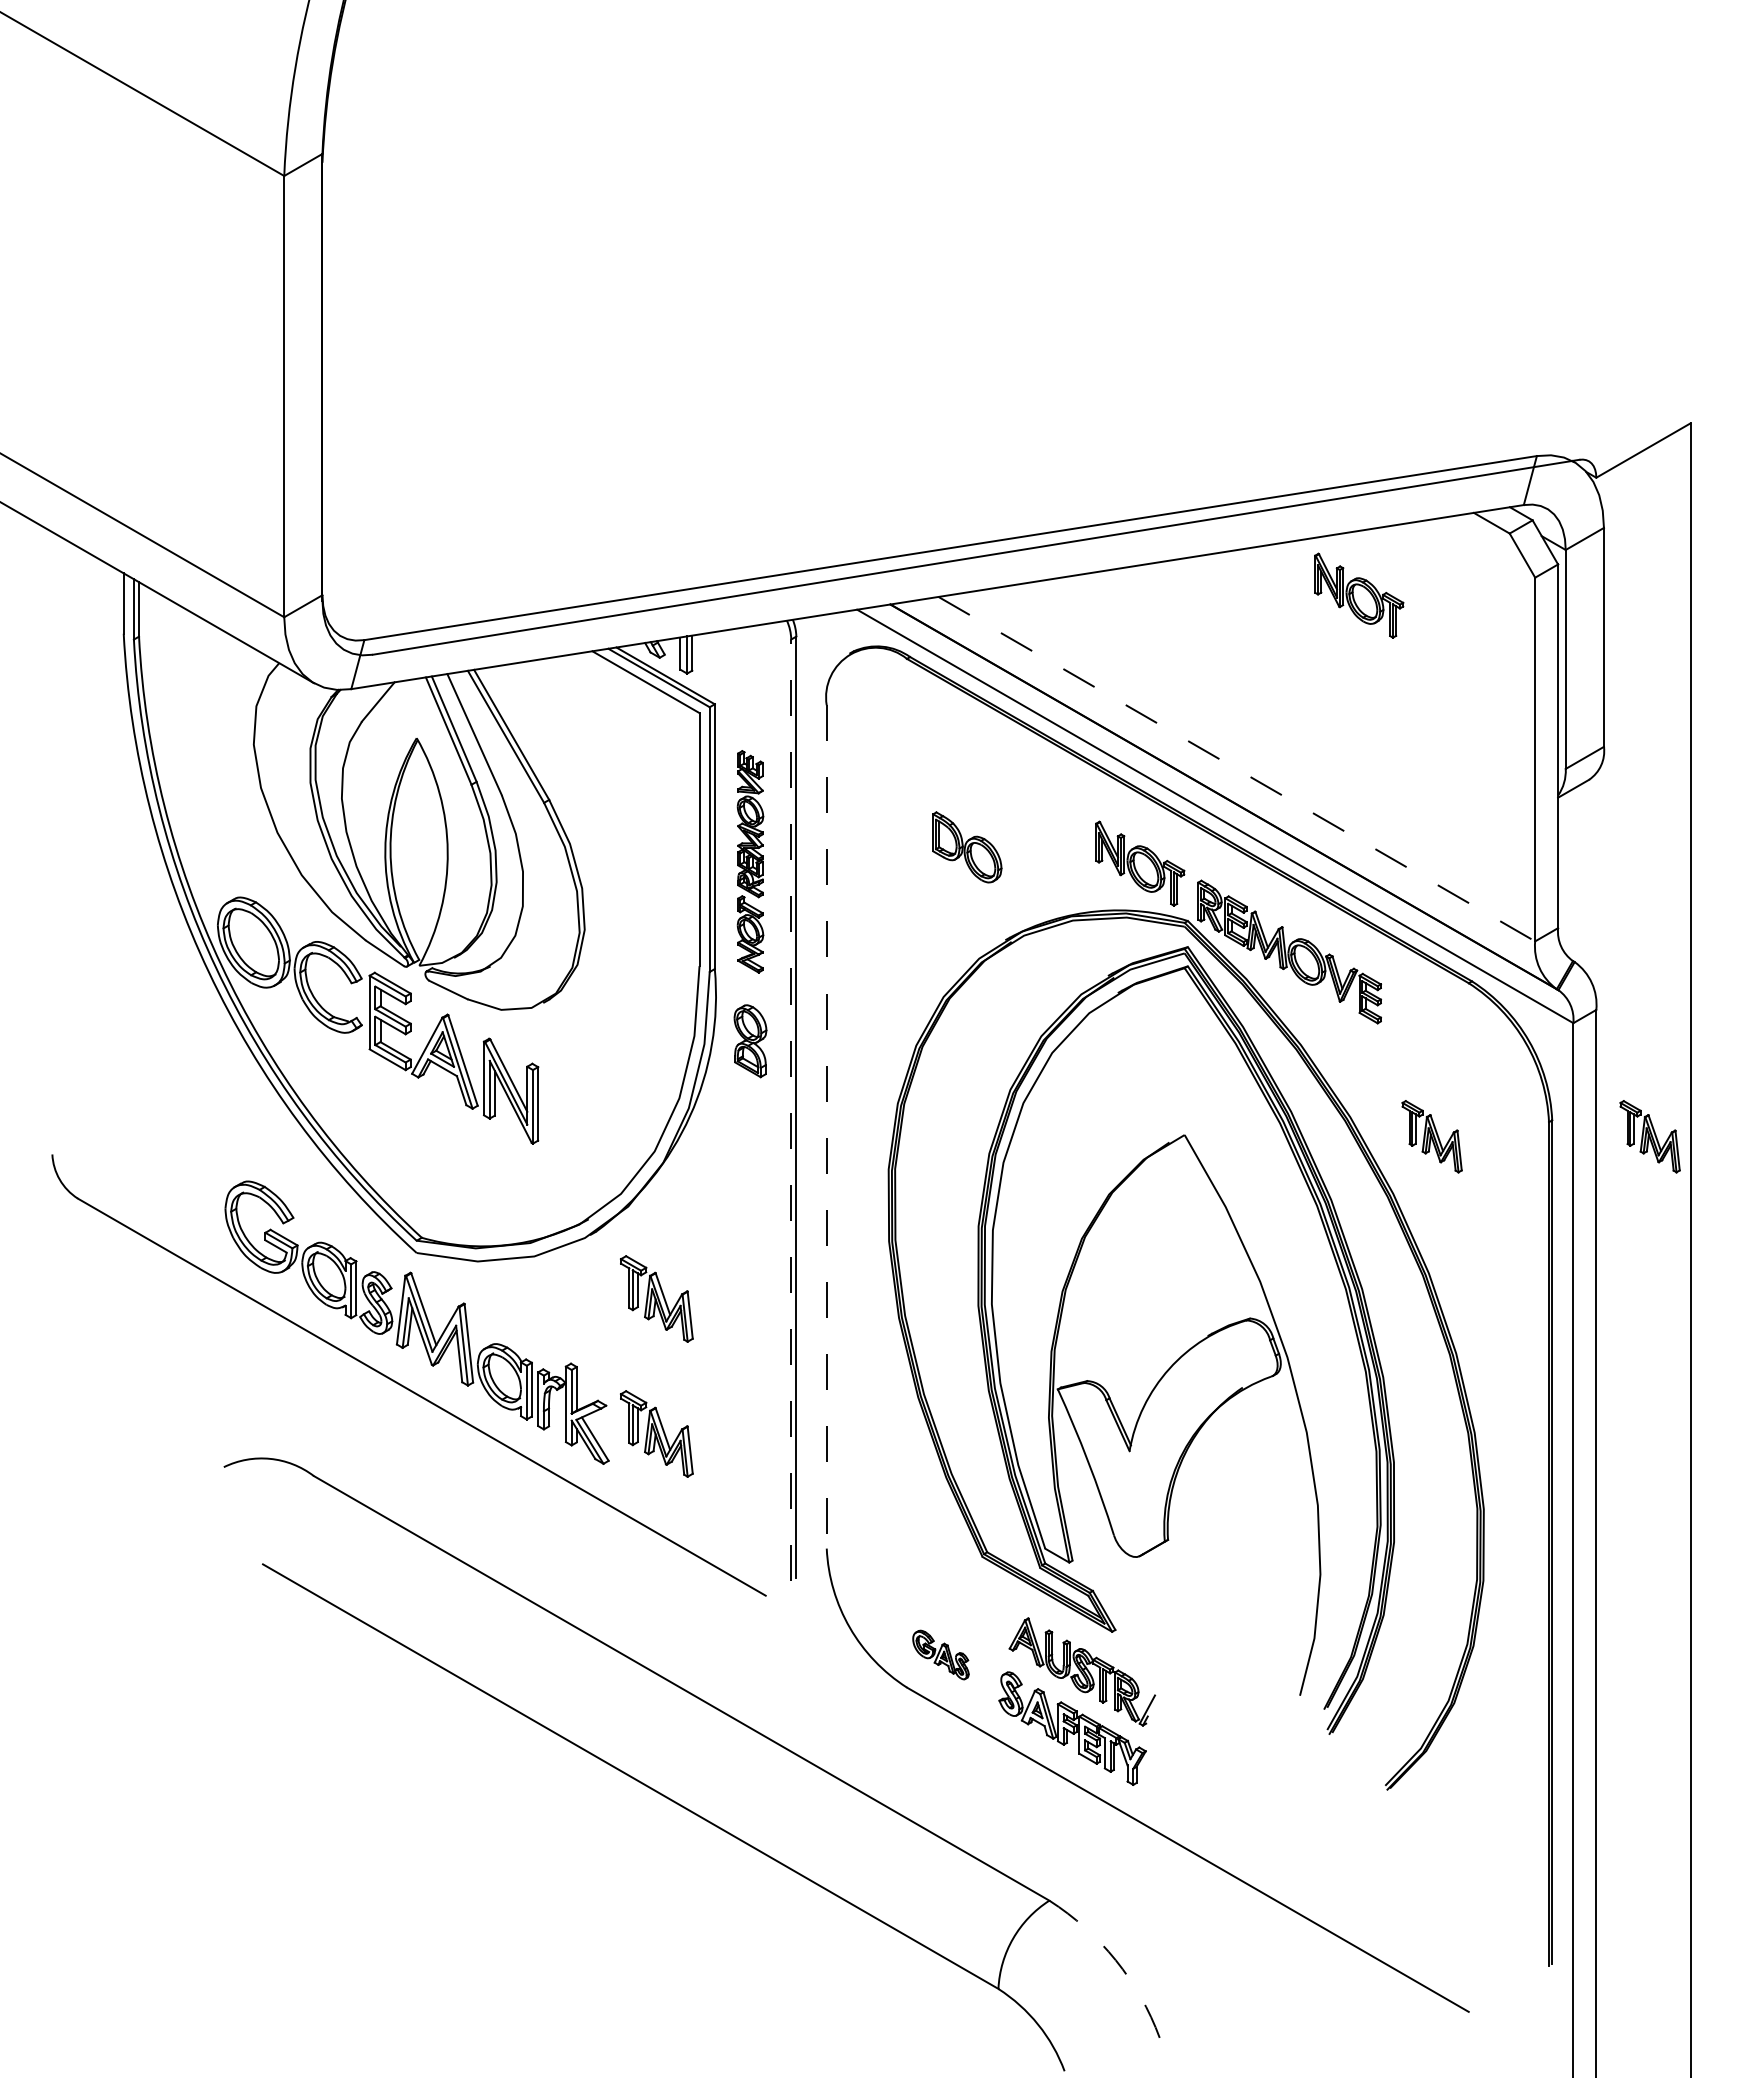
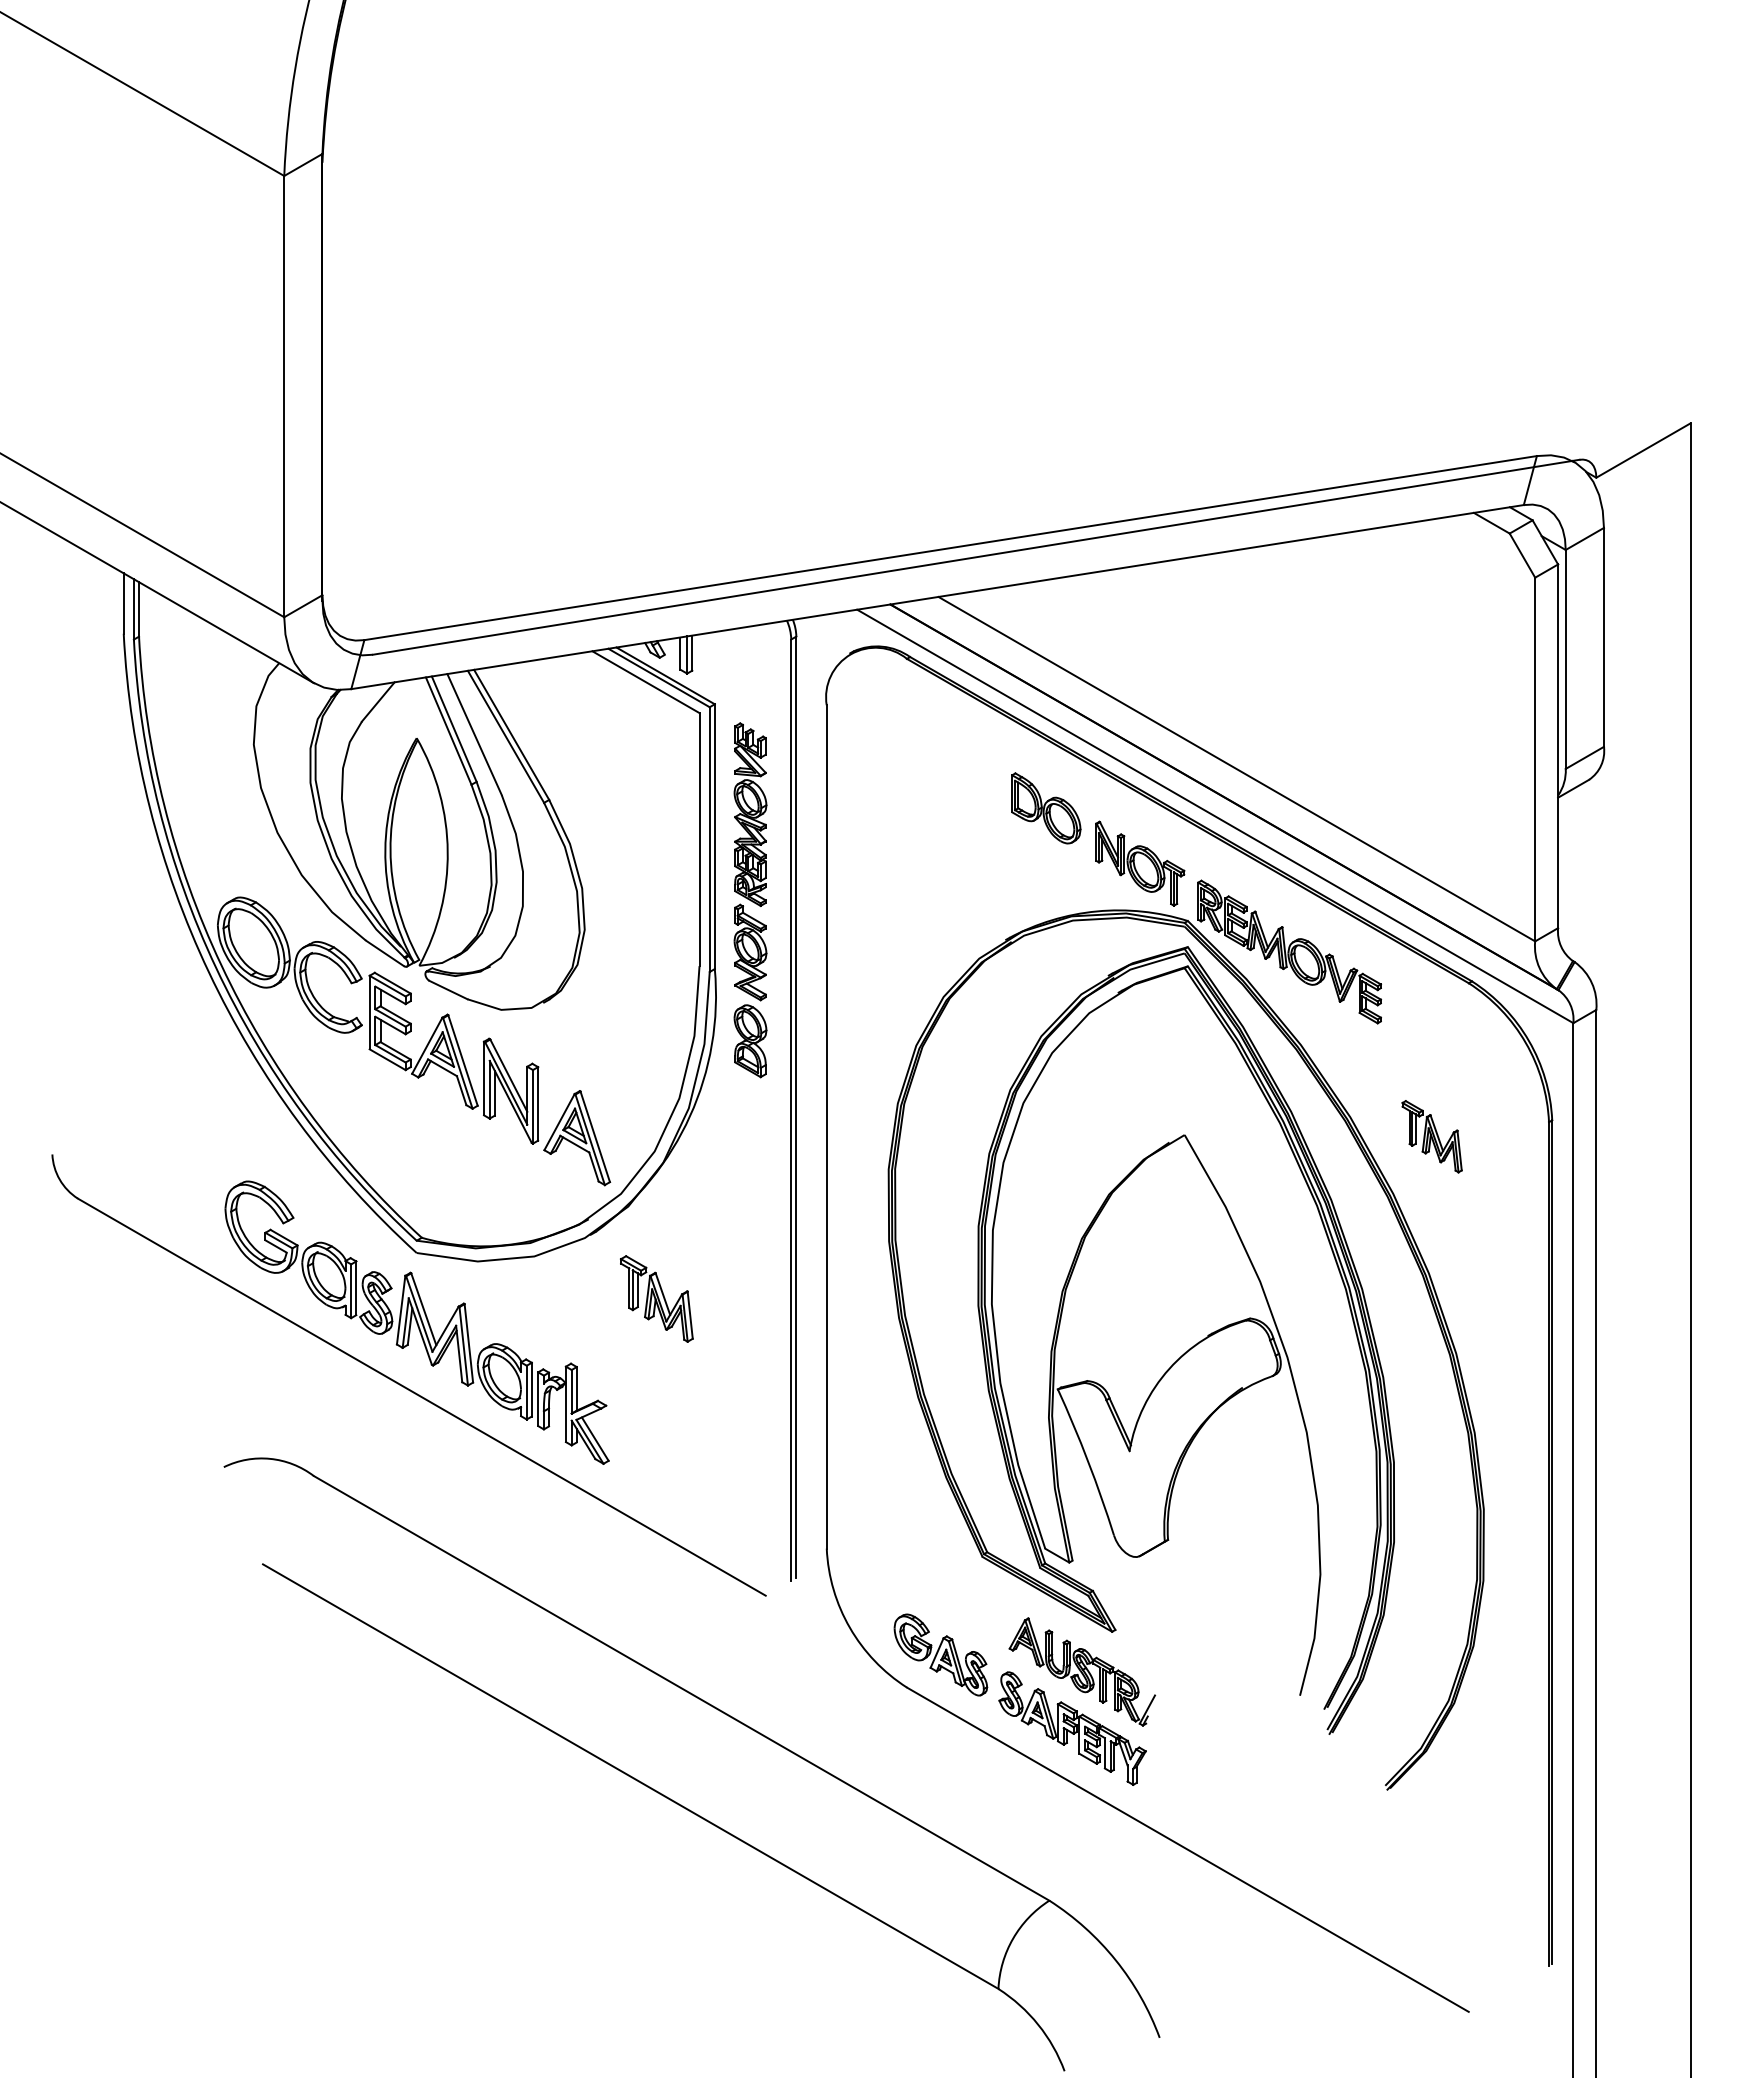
part at (1359, 595): present -> none
line at (1237, 769): dashed -> solid
part at (967, 847) position: (967, 847) -> (1046, 808)
part at (750, 861) size: 29x224 px -> 35x280 px
line at (791, 1110): dashed -> solid
line at (826, 1126): dashed -> solid
part at (1649, 1136): present -> none
part at (577, 1138): none -> present
part at (656, 1433): present -> none
part at (940, 1654) size: 58x52 px -> 96x84 px
arc at (1115, 1960): dashed -> solid
